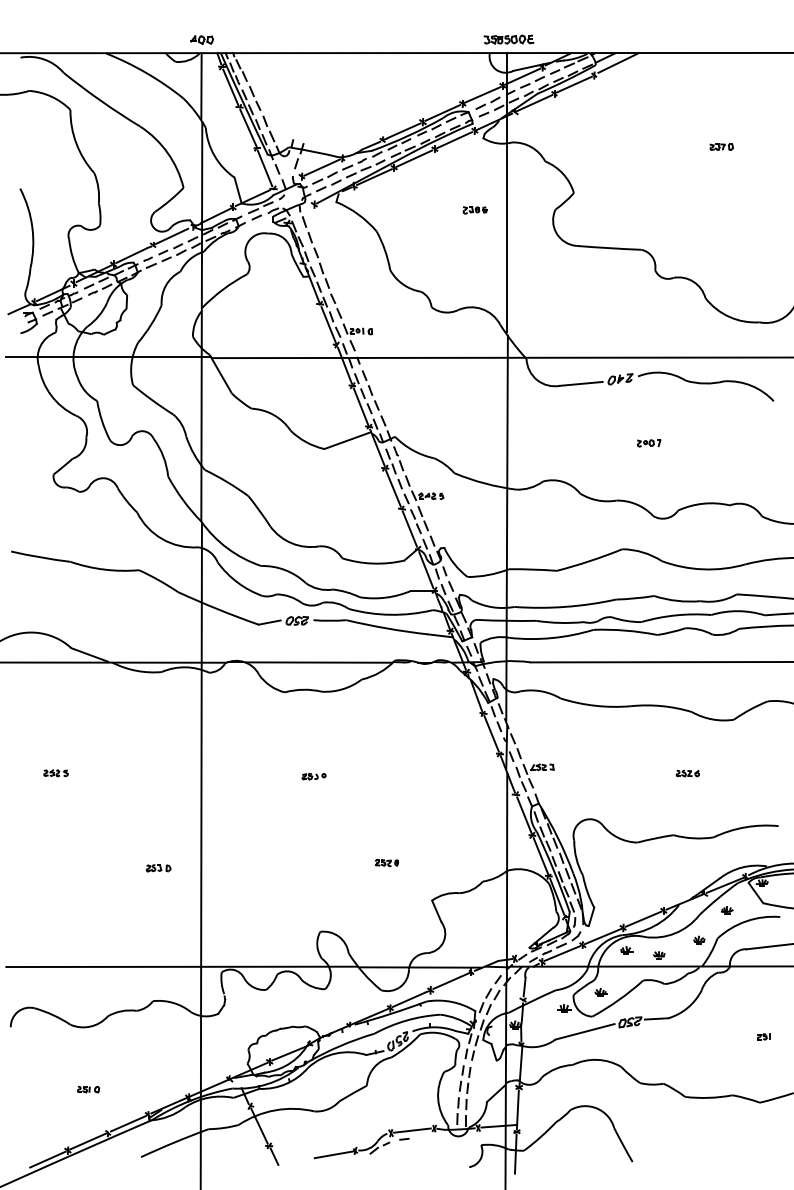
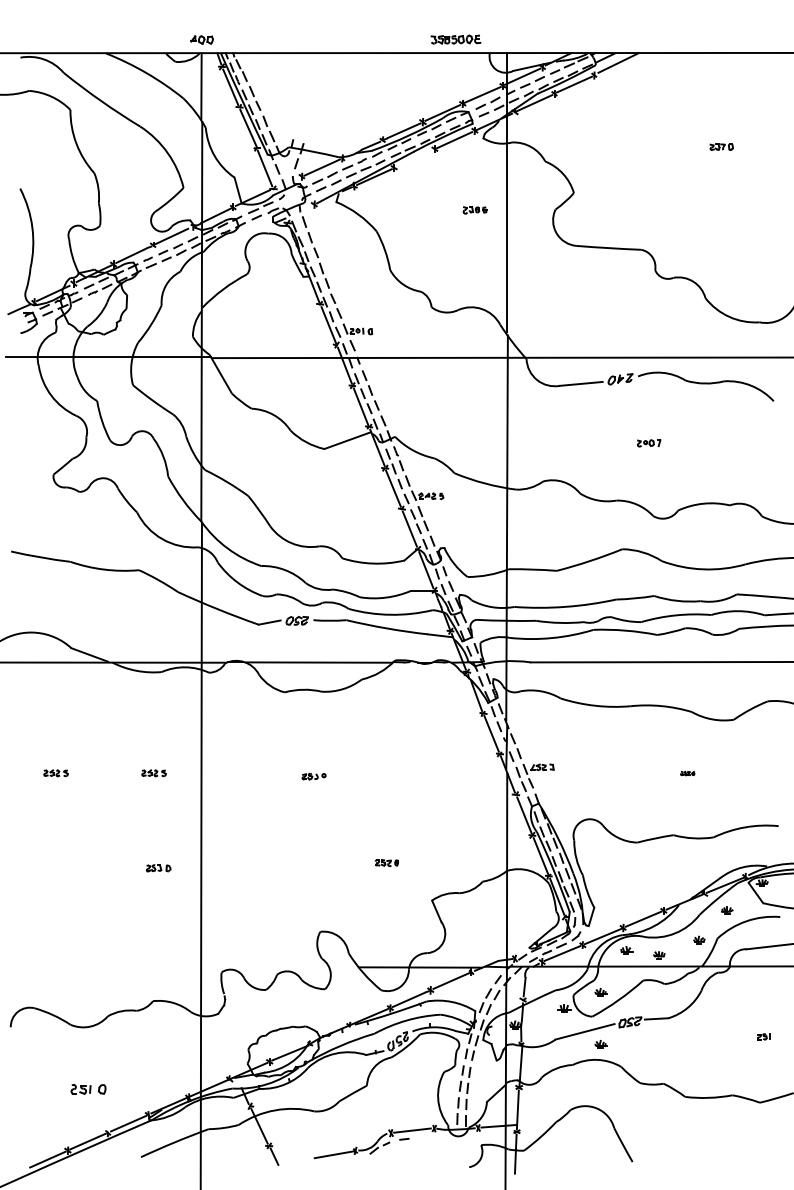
part at (508, 39) position: (508, 39) -> (455, 39)
line at (414, 158): present -> none
part at (153, 773): none -> present
part at (687, 773) size: 25x9 px -> 16x7 px
line at (181, 966): present -> none
part at (600, 1044): none -> present
part at (88, 1089) size: 23x8 px -> 37x11 px
